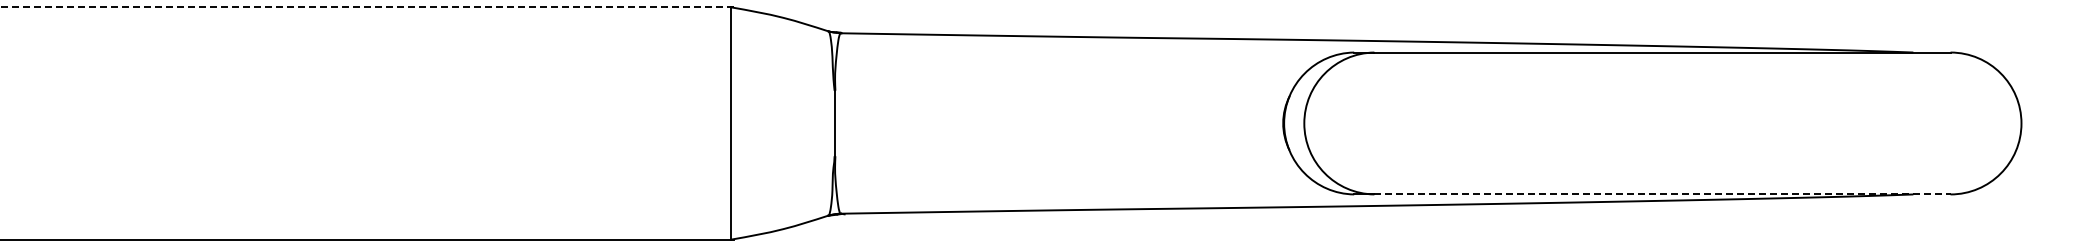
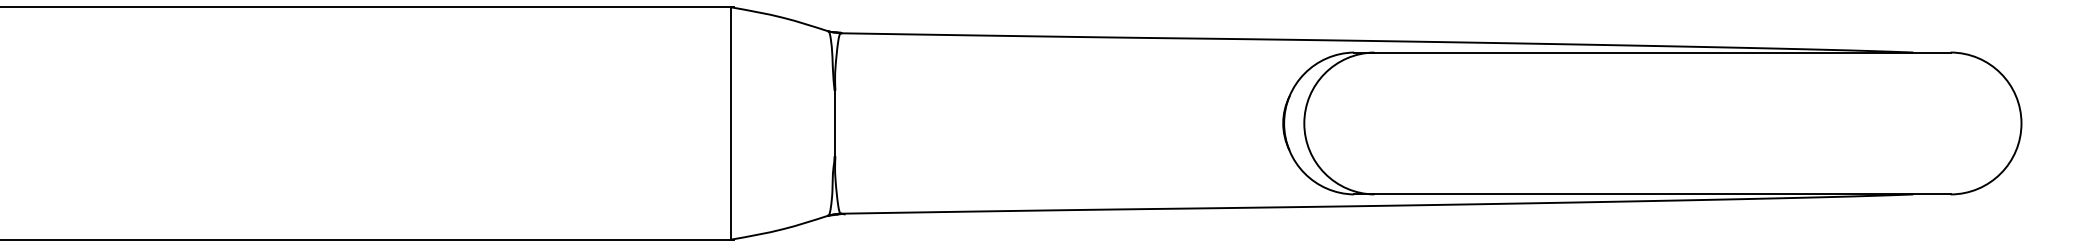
line at (367, 7): dashed -> solid
line at (1662, 194): dashed -> solid
